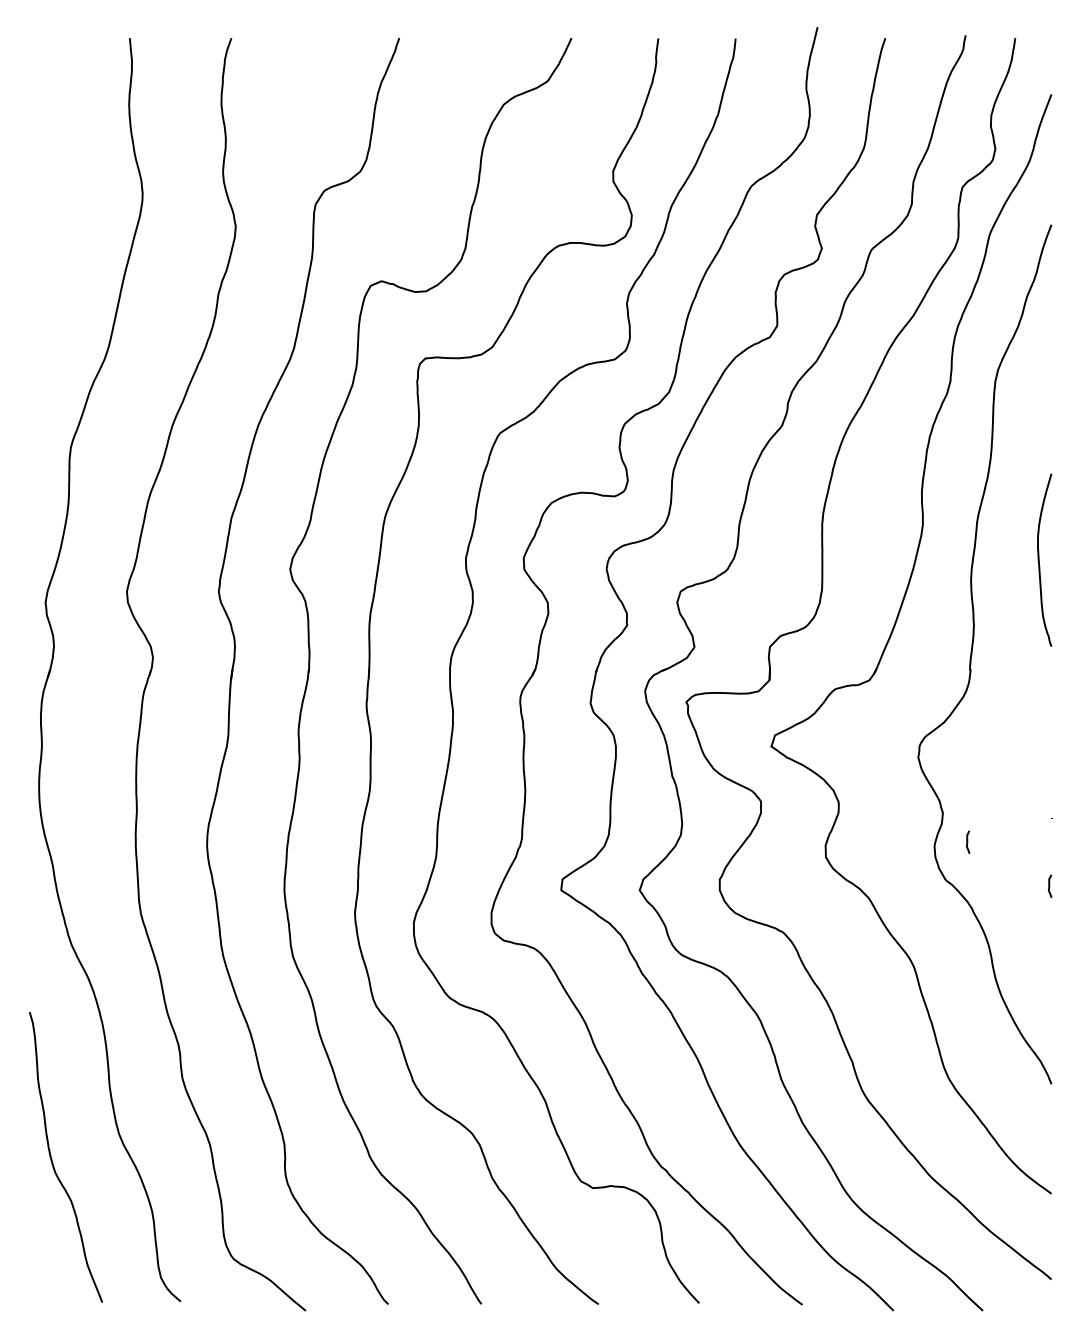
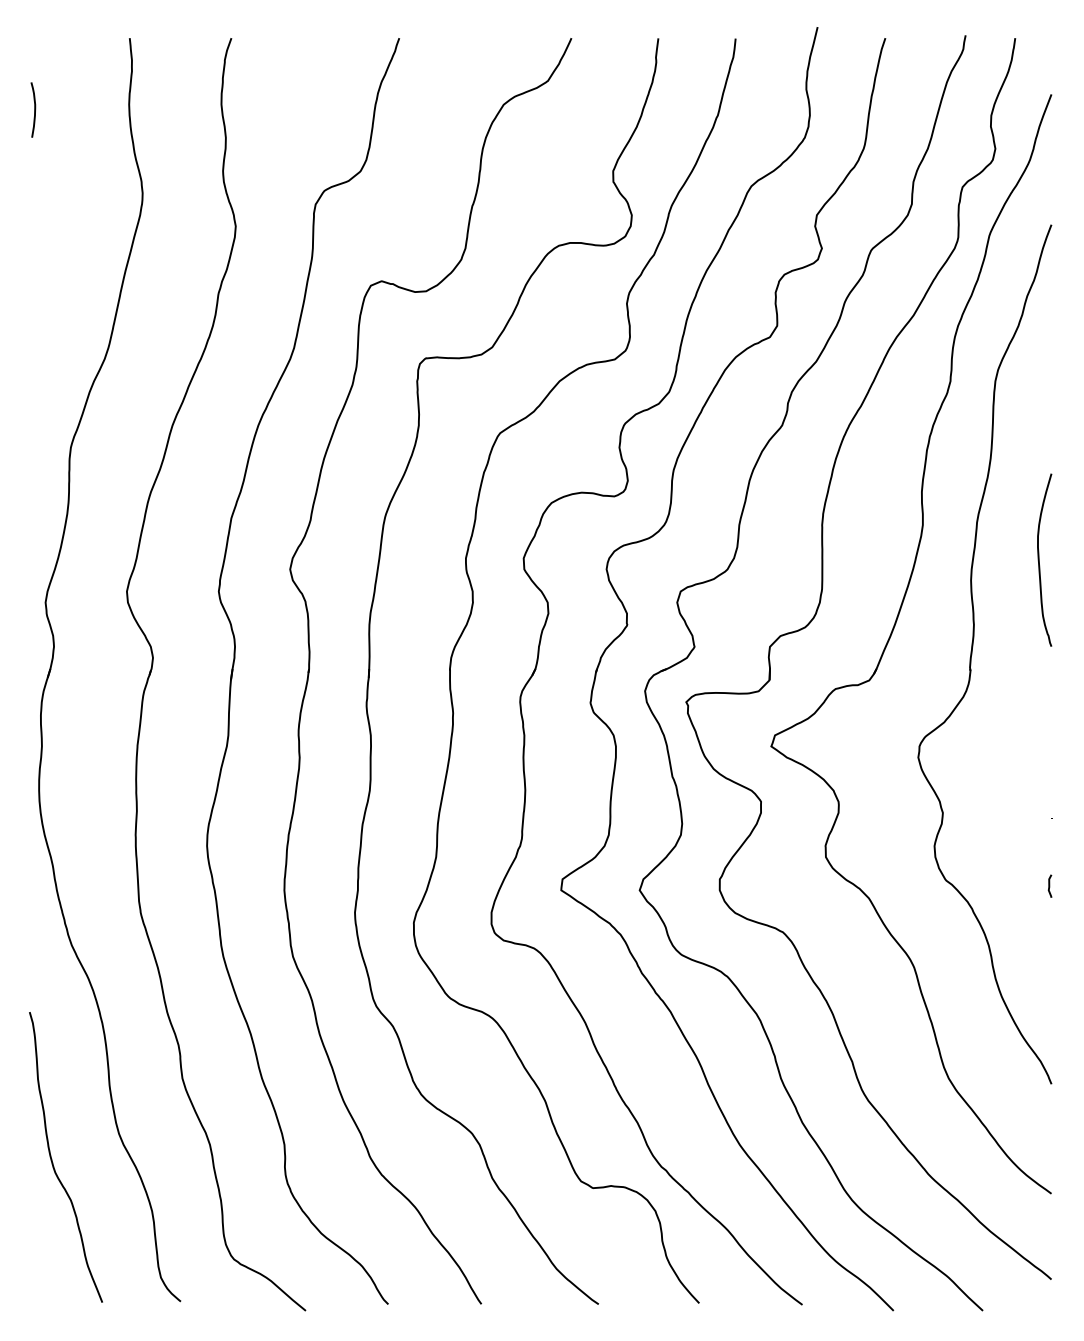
curve at (34, 109): none -> present
curve at (967, 841): present -> none
